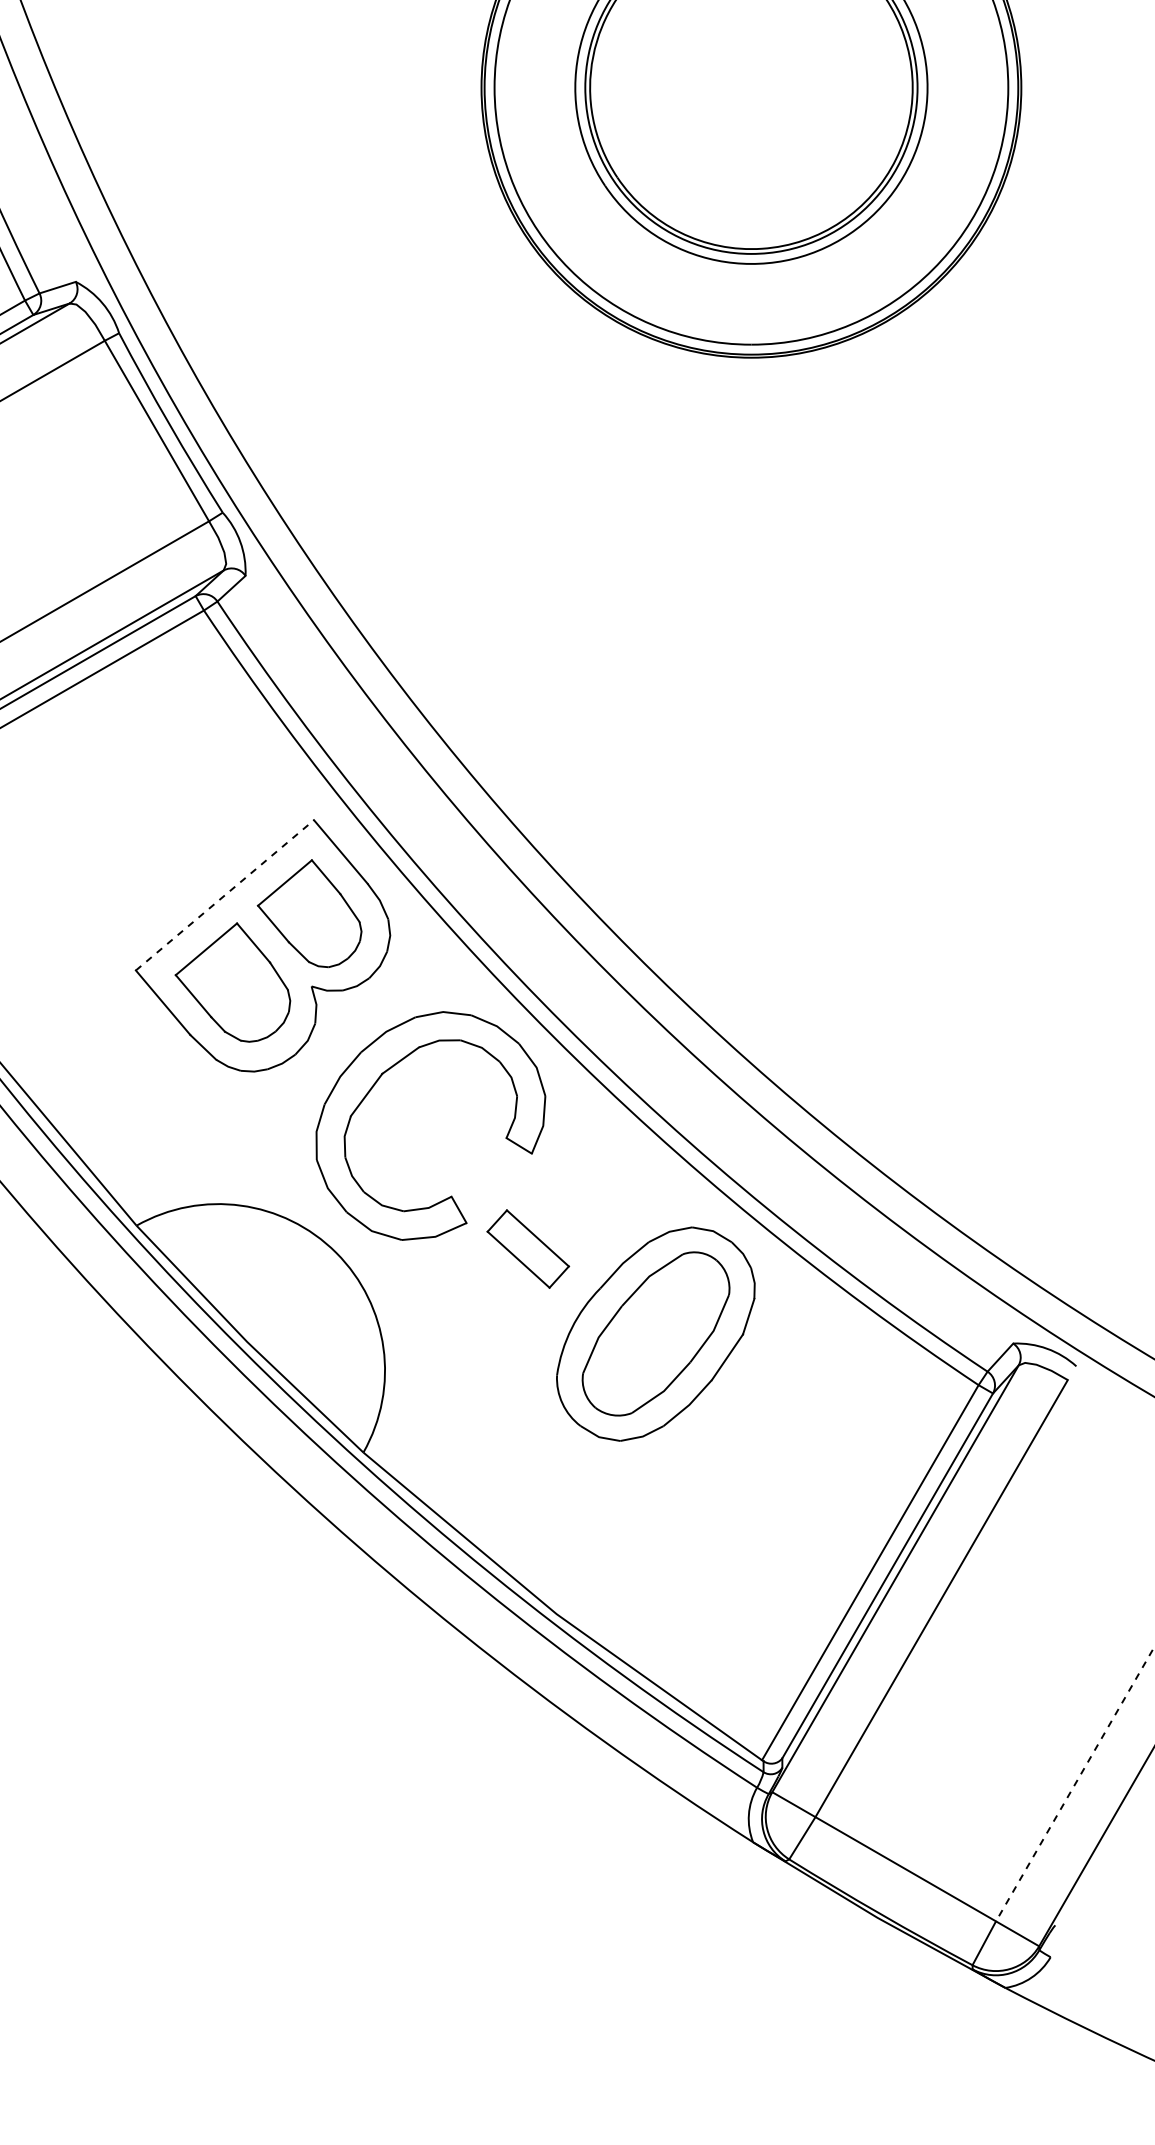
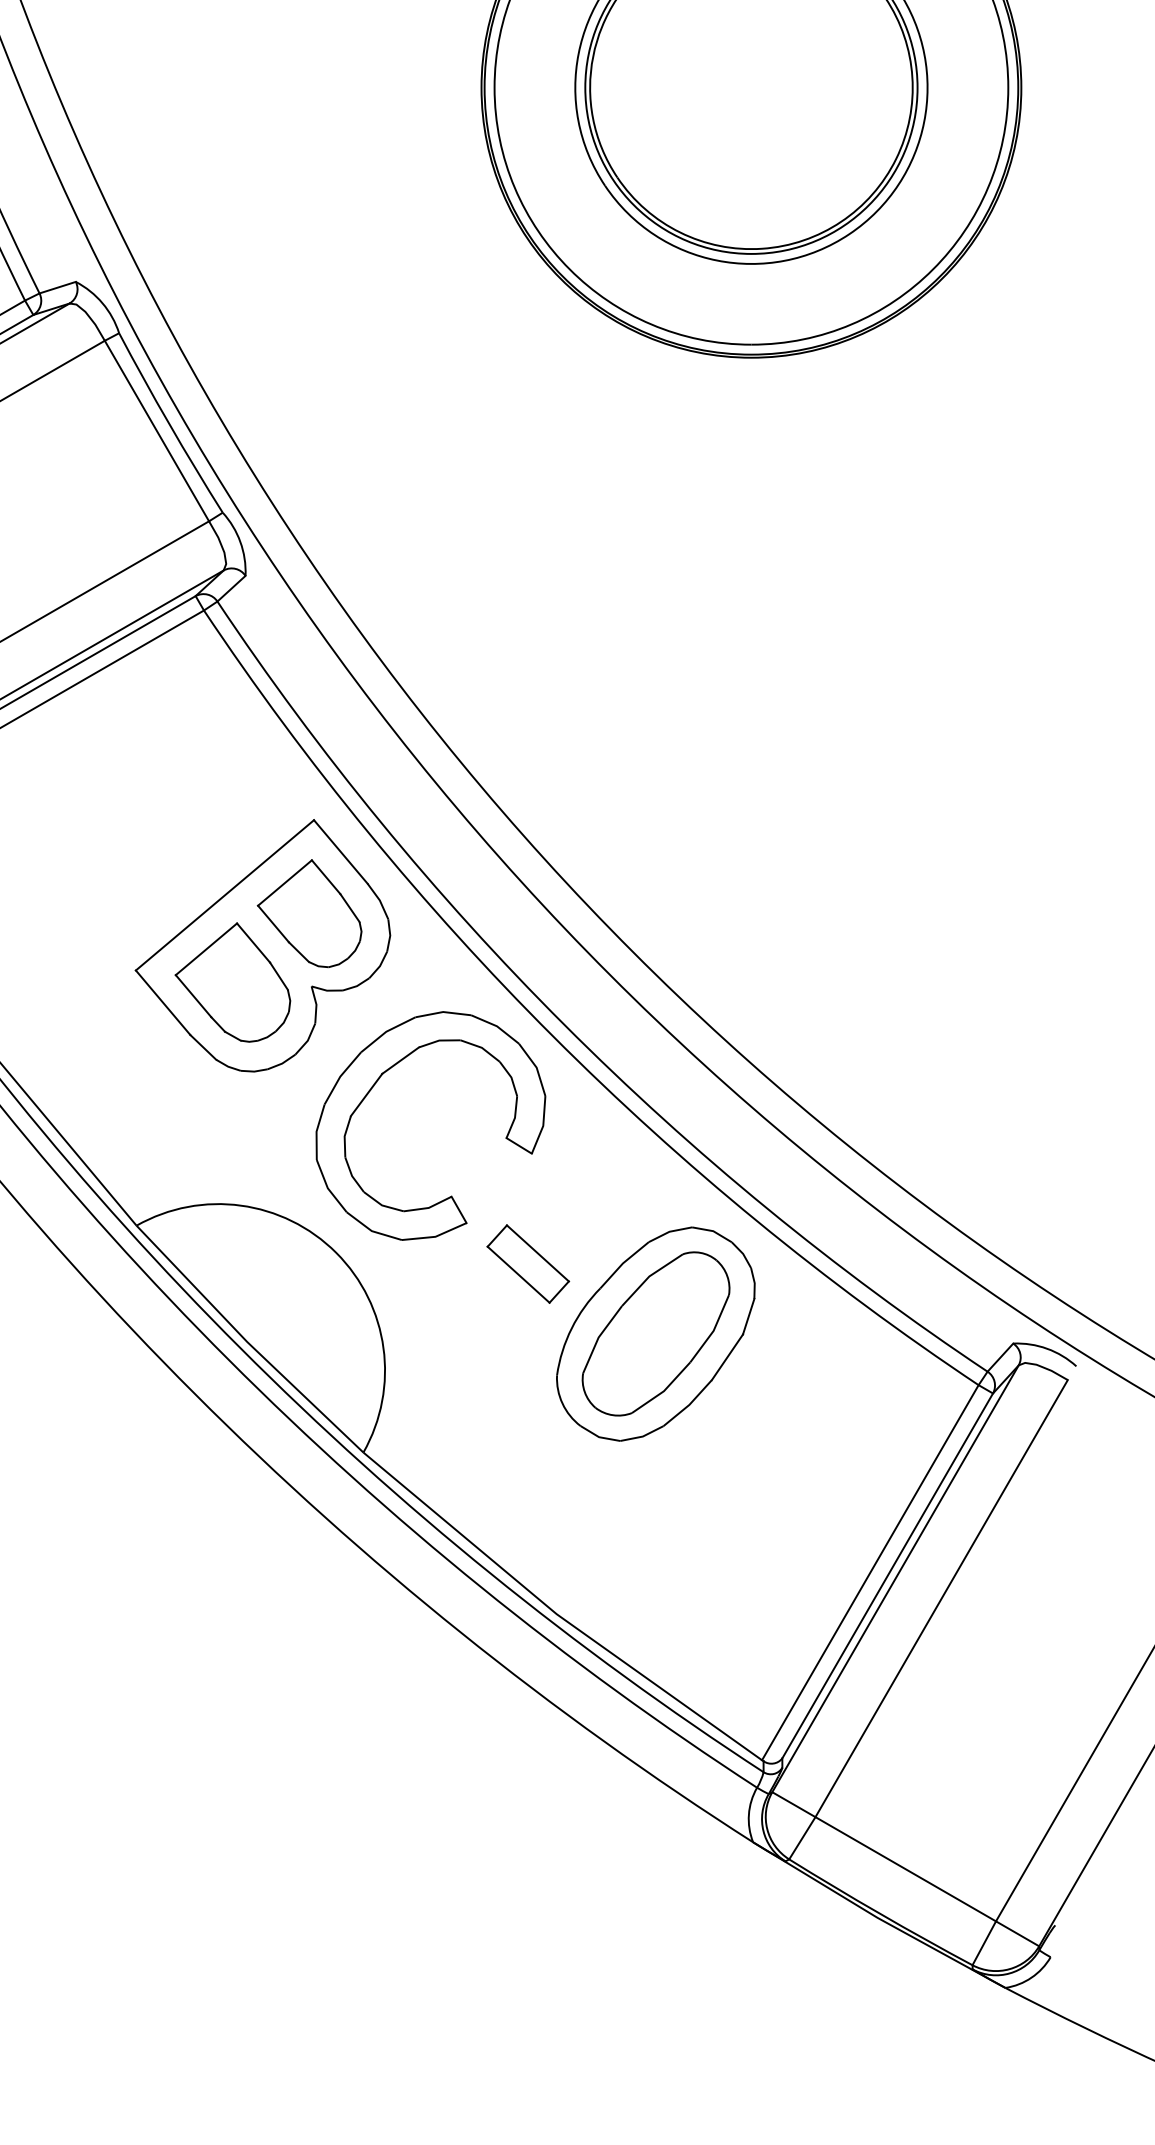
line at (224, 895): dashed -> solid
part at (528, 1248) position: (528, 1248) -> (528, 1263)
line at (1075, 1783): dashed -> solid
